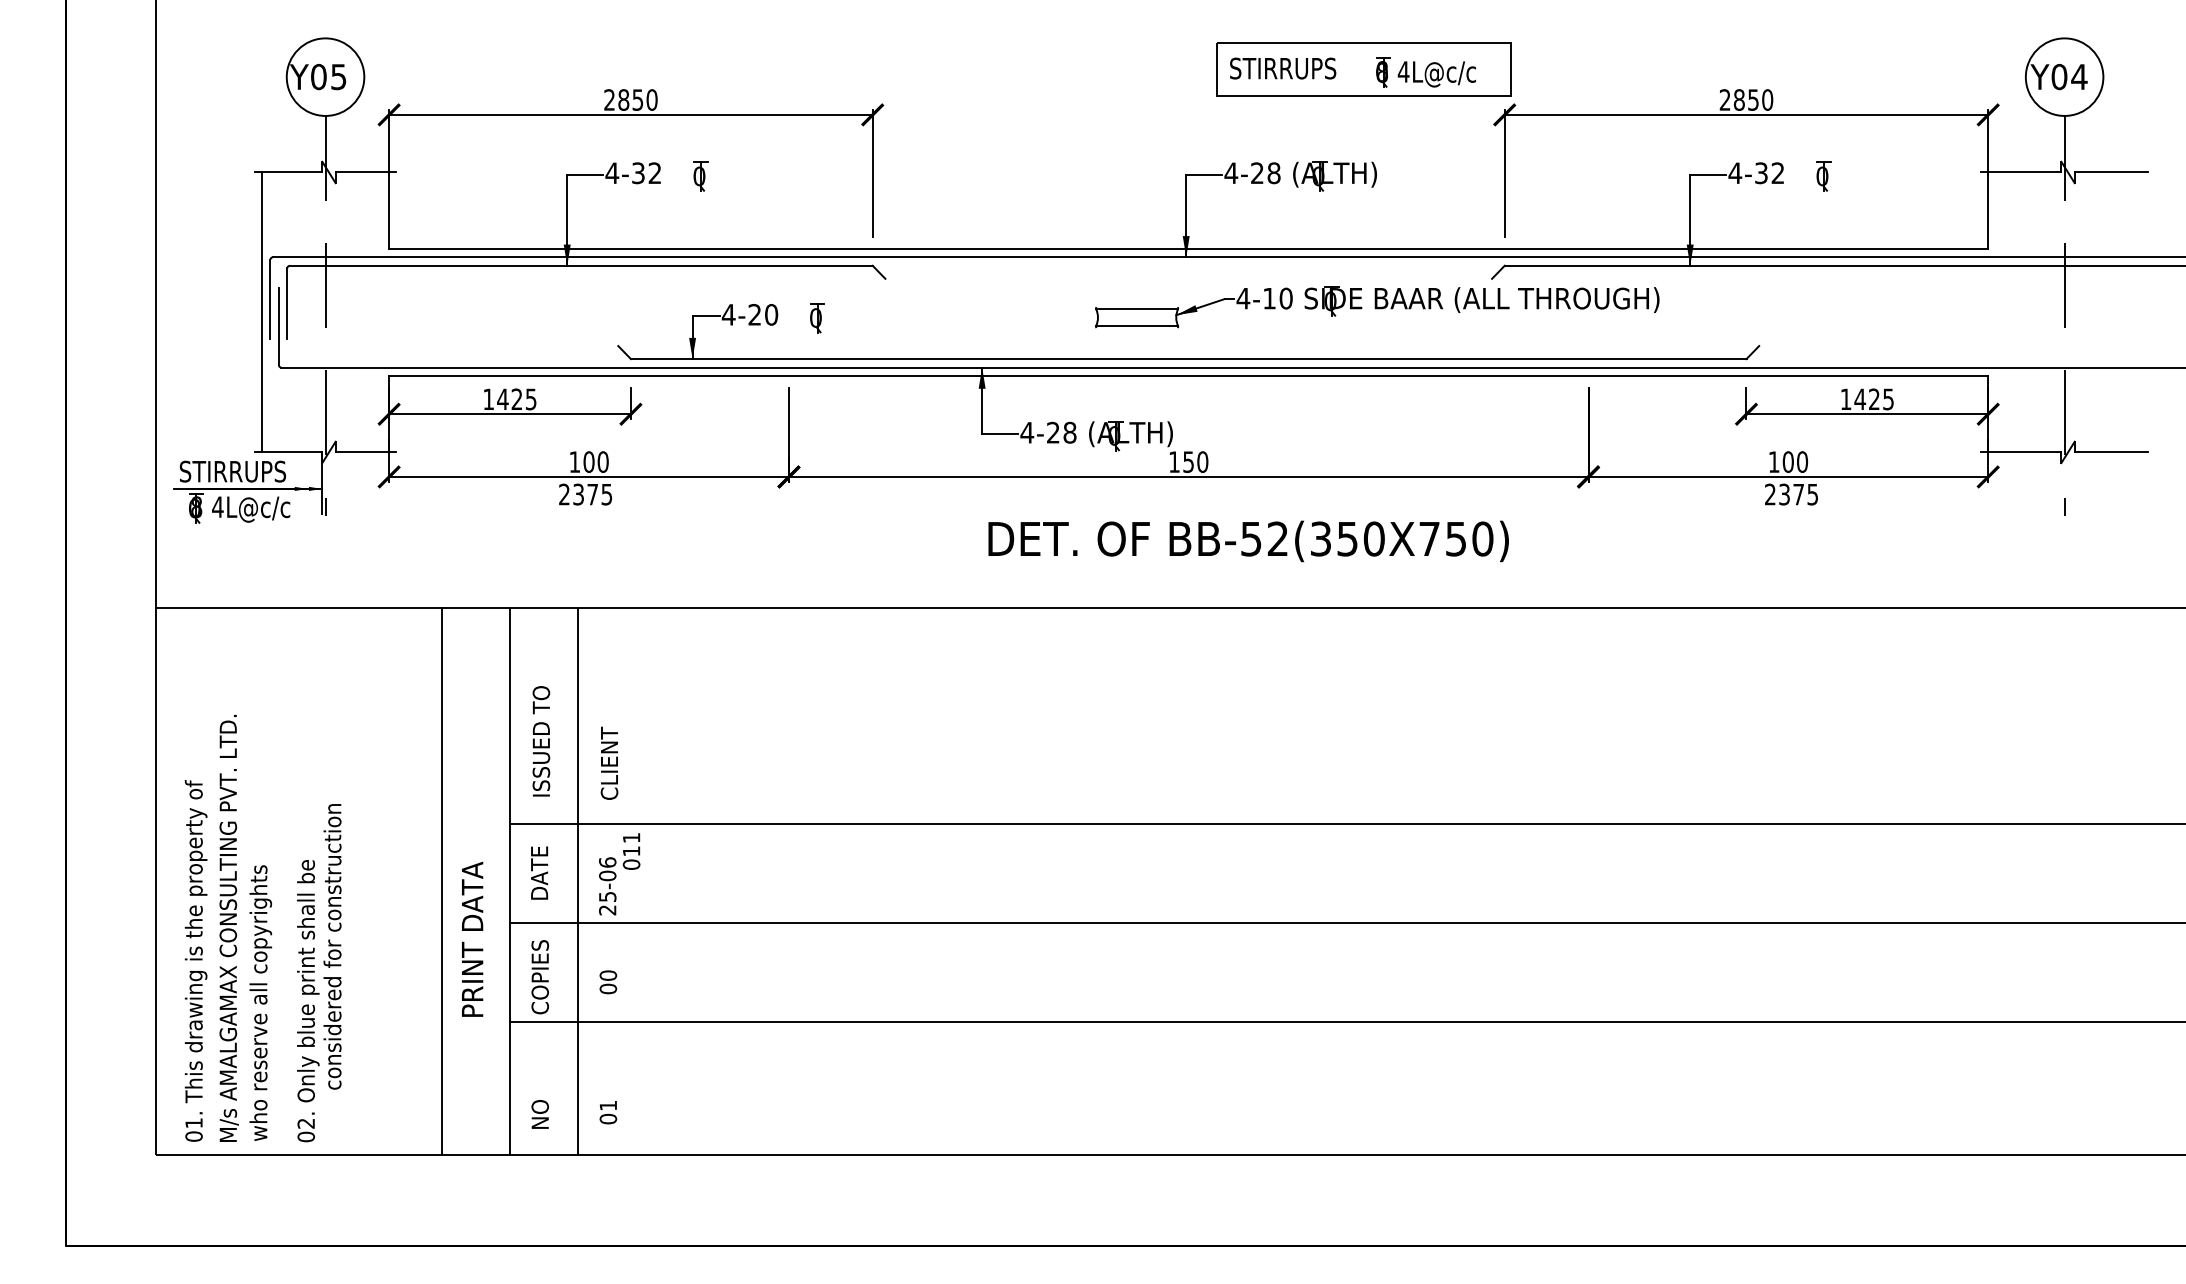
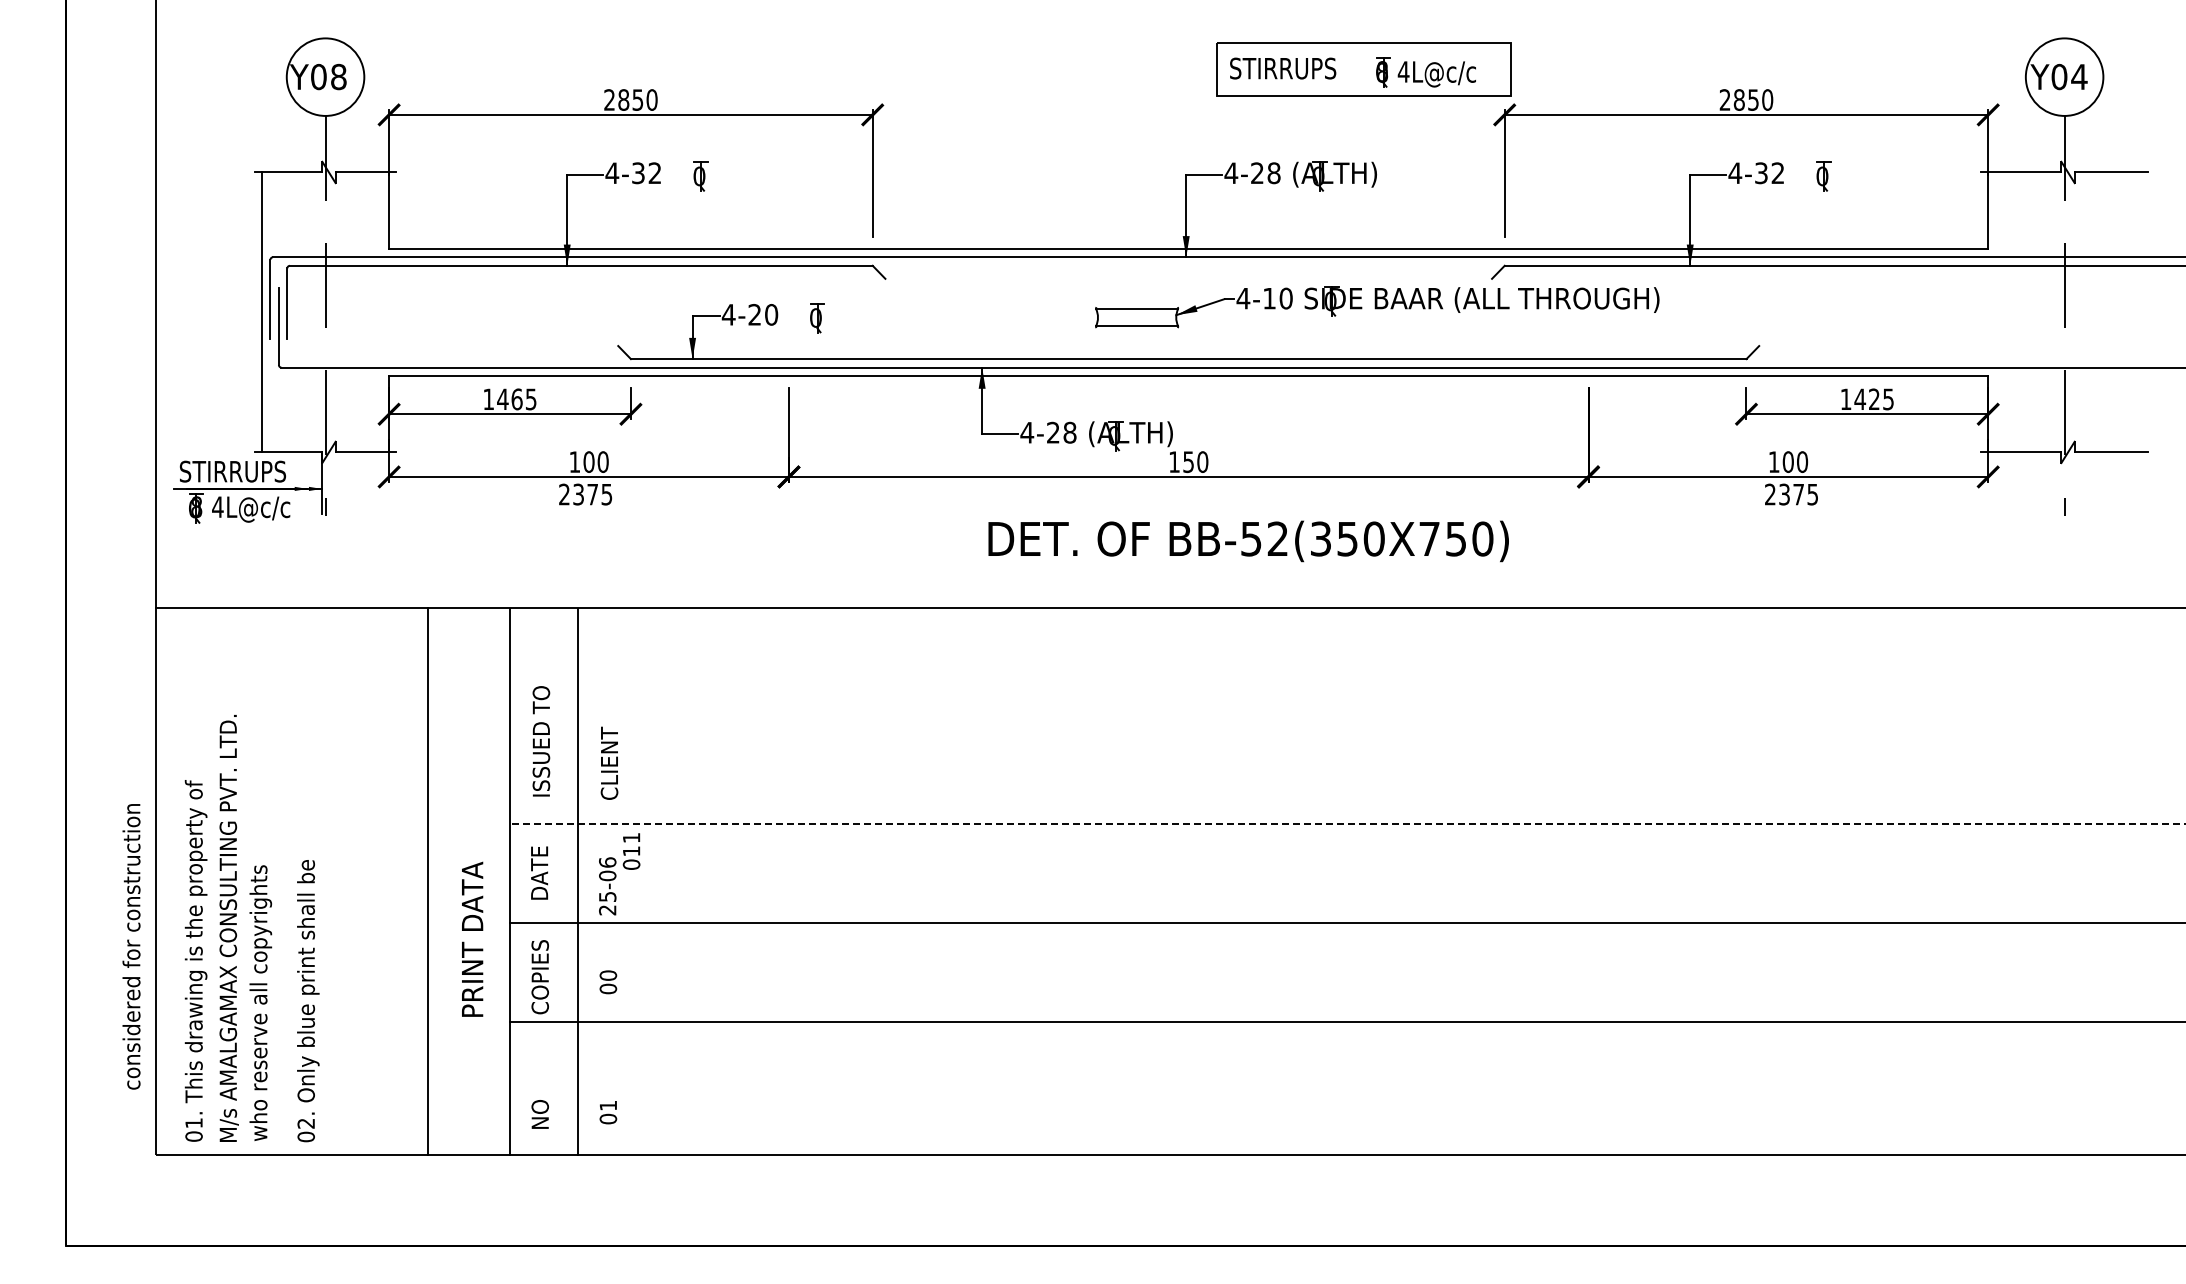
text at (338, 76): Y05 -> Y08
text at (516, 399): 1425 -> 1465
line at (1347, 824): solid -> dashed
line at (441, 881) position: (441, 881) -> (427, 881)
text at (332, 946) position: (332, 946) -> (131, 946)
